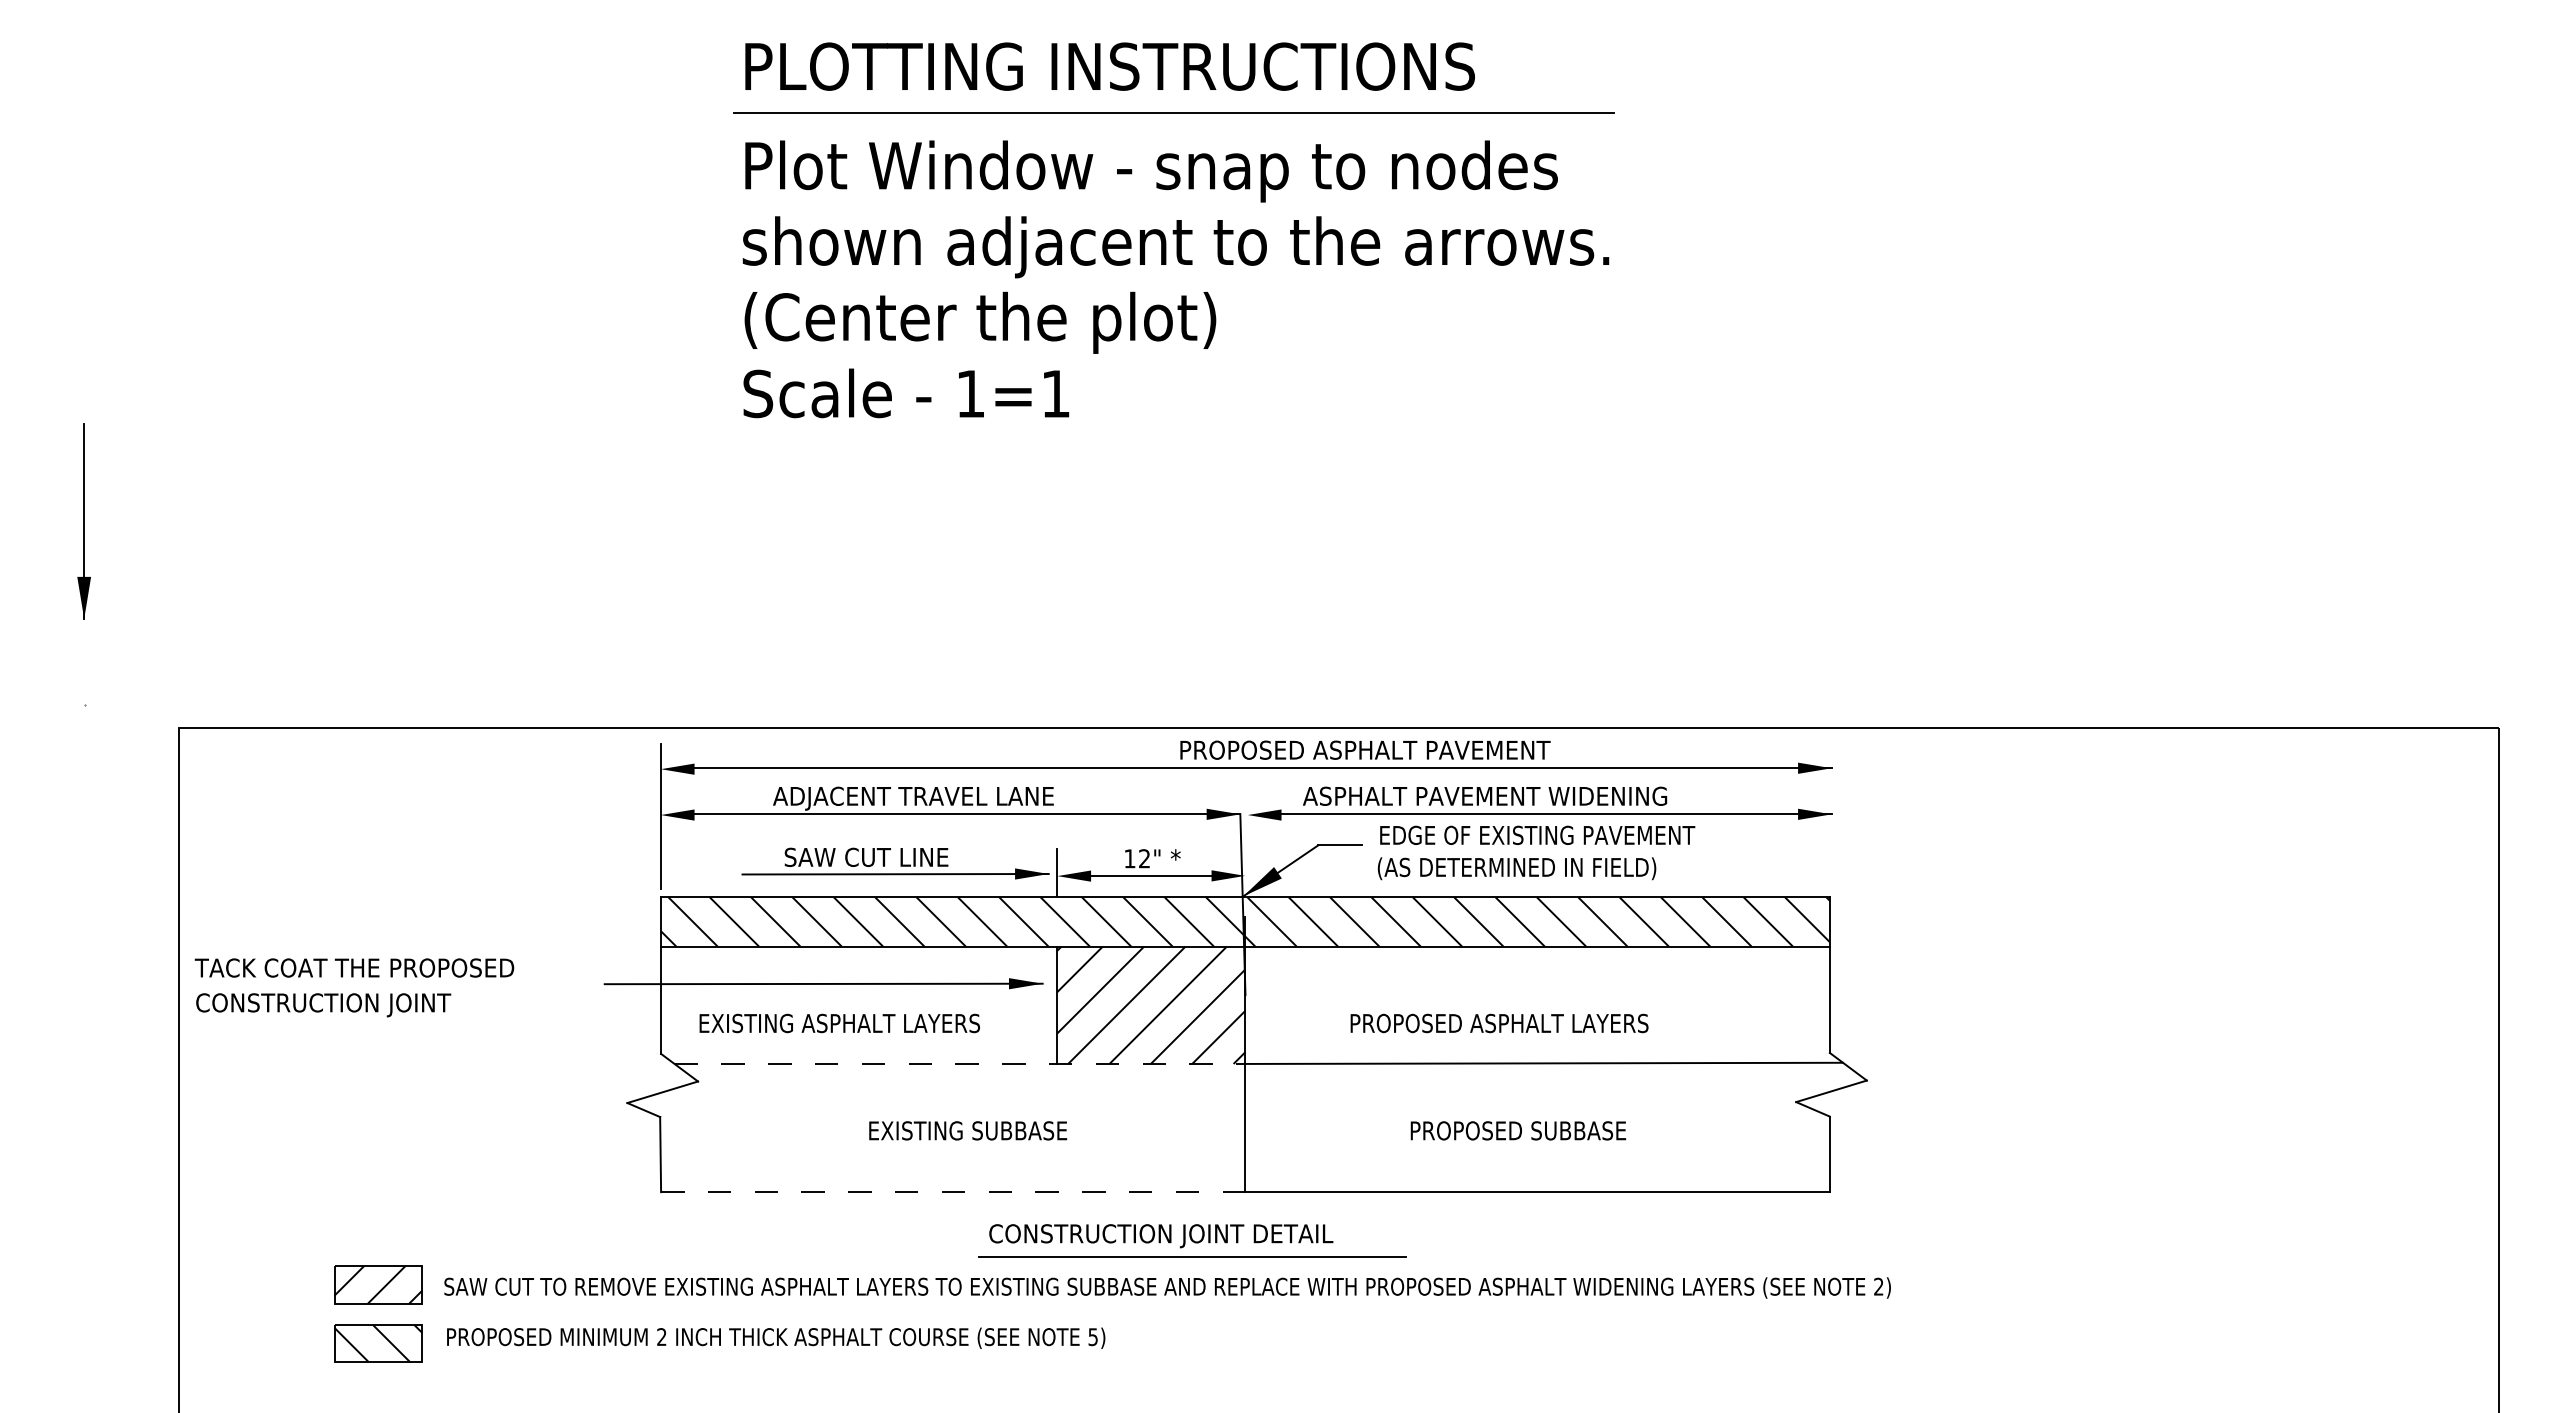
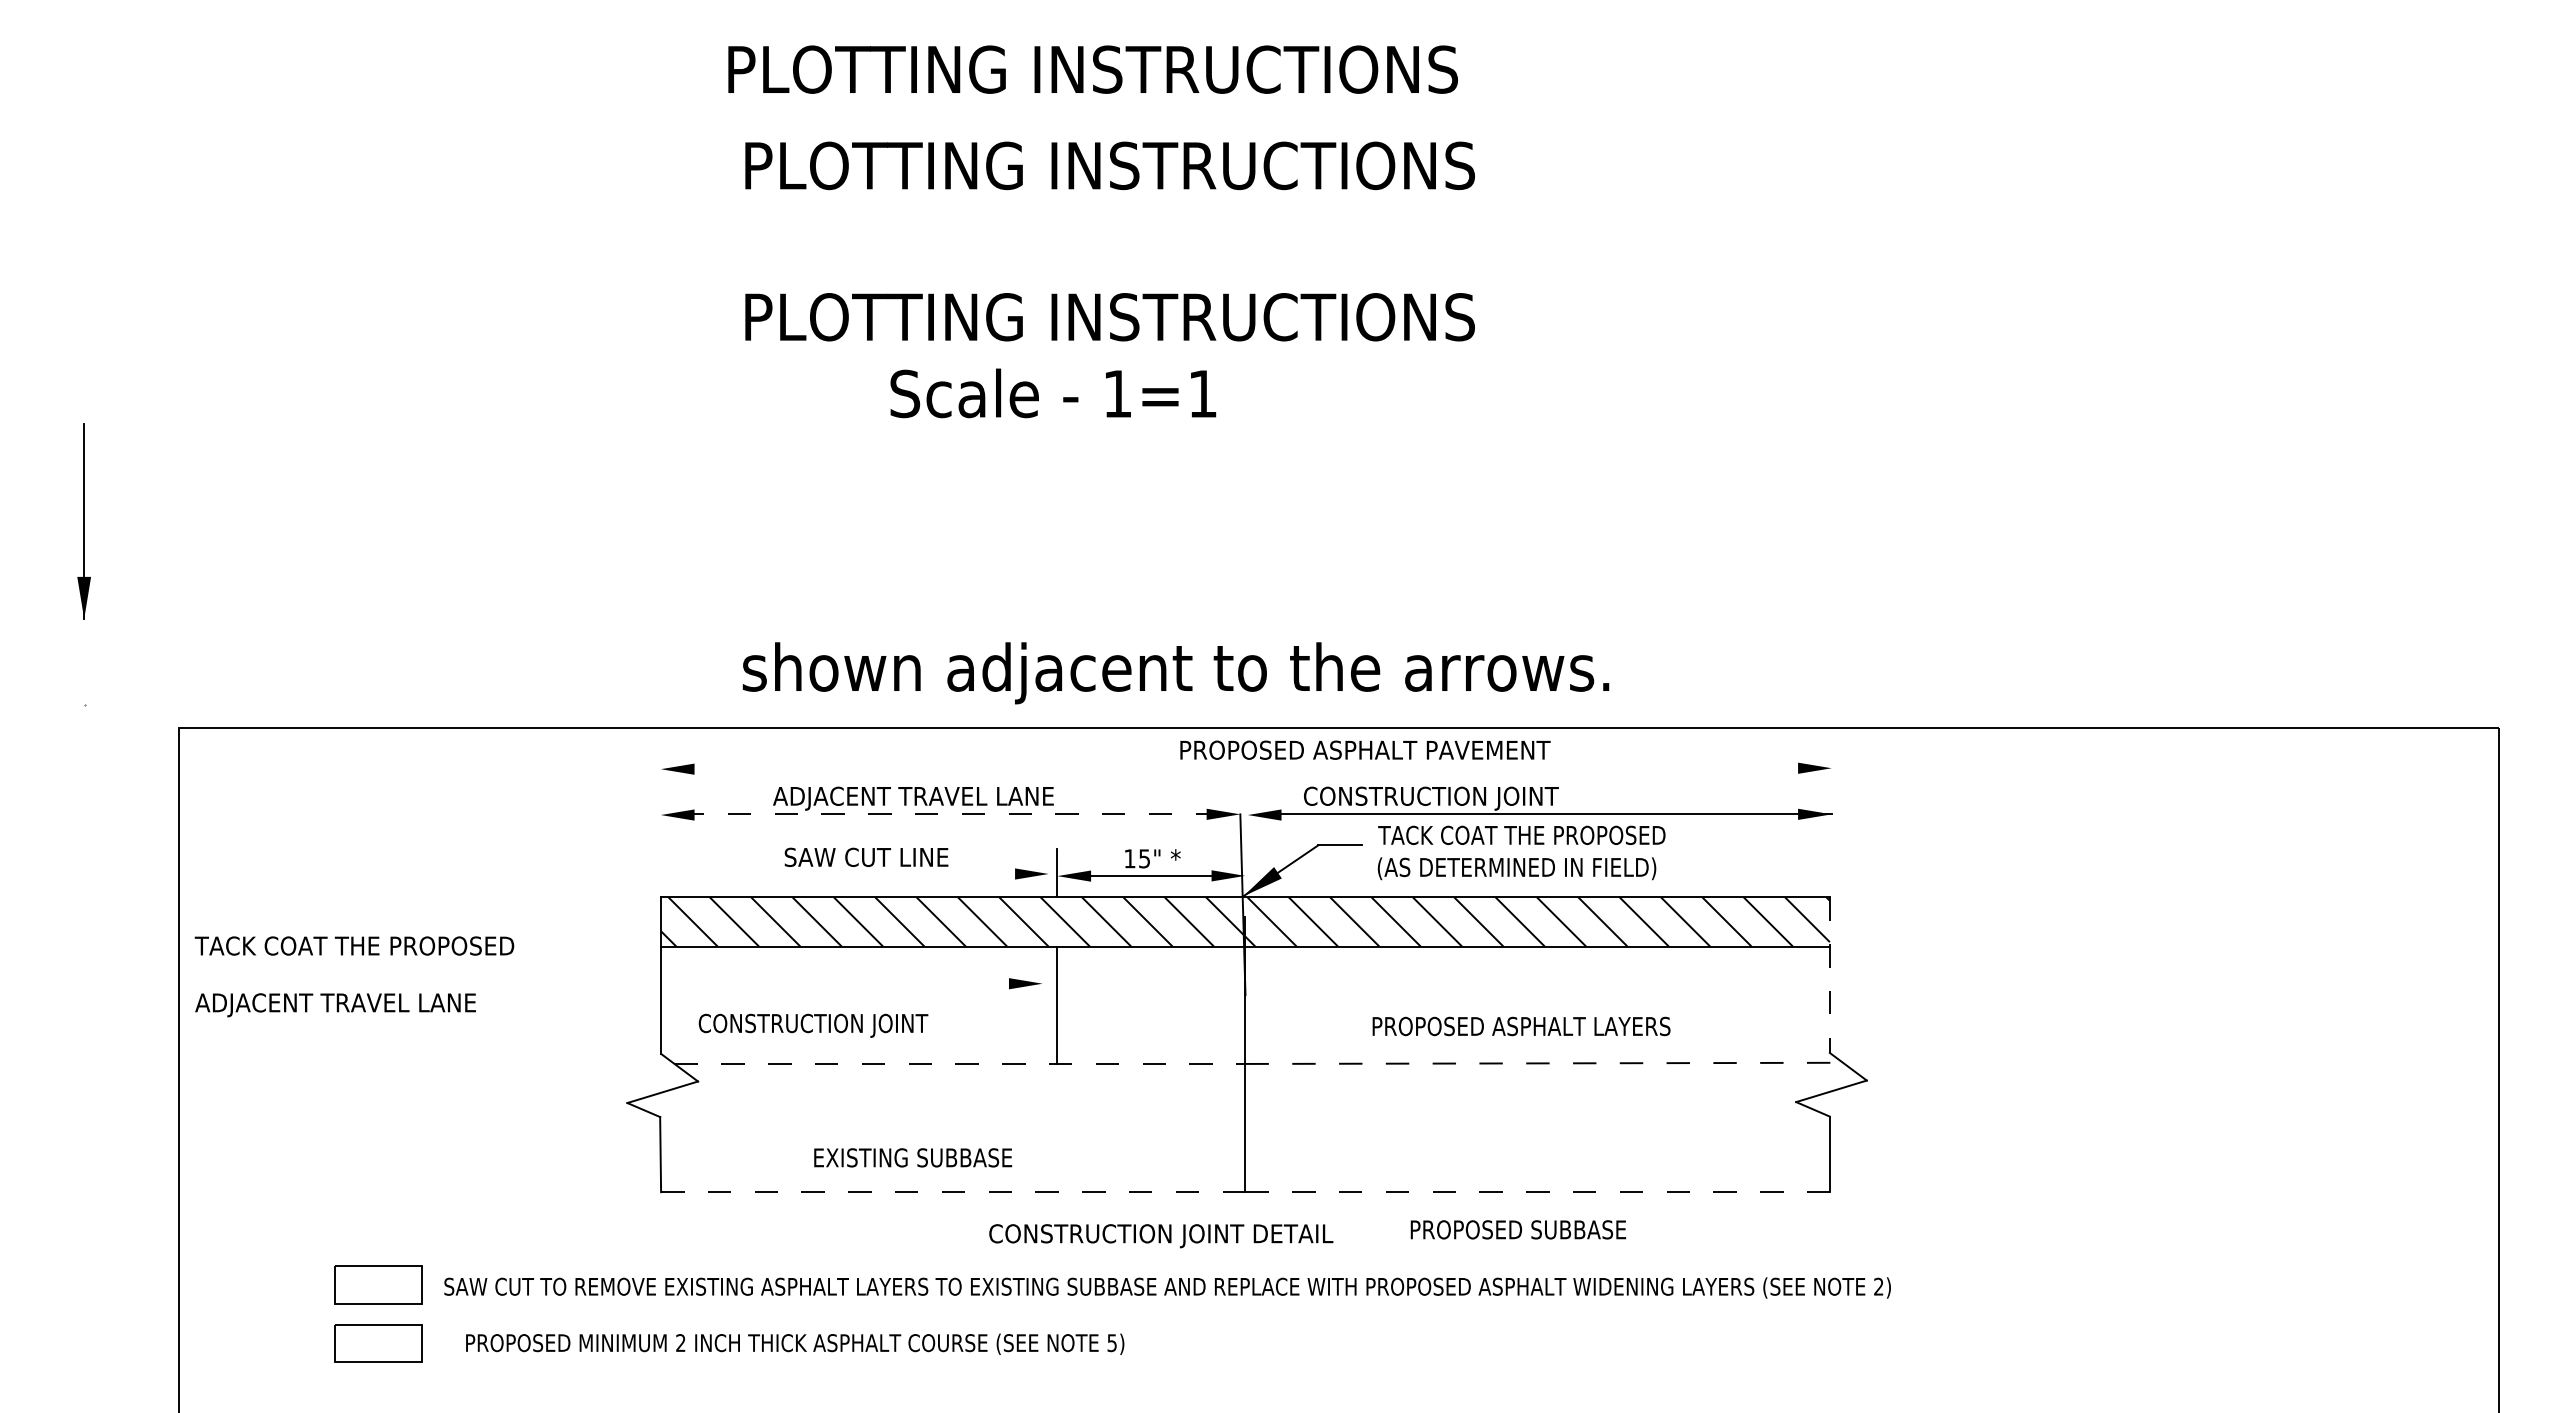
text at (1109, 66) position: (1109, 66) -> (1092, 69)
line at (1173, 113): present -> none
text at (1168, 171): Plot Window - snap to nodes -> PLOTTING INSTRUCTIONS
text at (1175, 247) position: (1175, 247) -> (1175, 673)
text at (1109, 322): (Center the plot) -> PLOTTING INSTRUCTIONS
text at (906, 393) position: (906, 393) -> (1053, 393)
line at (1259, 768): present -> none
text at (1485, 798): ASPHALT PAVEMENT WIDENING -> CONSTRUCTION JOINT
line at (960, 814): solid -> dashed
line at (661, 816): present -> none
text at (1536, 835): EDGE OF EXISTING PAVEMENT -> TACK COAT THE PROPOSED
text at (1144, 858): 12" -> 15"
line at (895, 874): present -> none
text at (354, 967) position: (354, 967) -> (354, 945)
line at (1829, 975): solid -> dashed
line at (823, 983): present -> none
hatch at (1151, 1004): present -> none
text at (335, 1005): CONSTRUCTION JOINT -> ADJACENT TRAVEL LANE
text at (1499, 1023) position: (1499, 1023) -> (1521, 1026)
text at (839, 1025): EXISTING ASPHALT LAYERS -> CONSTRUCTION JOINT
line at (1544, 1063): solid -> dashed
text at (968, 1130) position: (968, 1130) -> (913, 1157)
text at (1518, 1130) position: (1518, 1130) -> (1518, 1229)
line at (1538, 1192): solid -> dashed
line at (1191, 1257): present -> none
hatch at (378, 1284): present -> none
text at (776, 1337) position: (776, 1337) -> (795, 1343)
hatch at (378, 1343): present -> none
